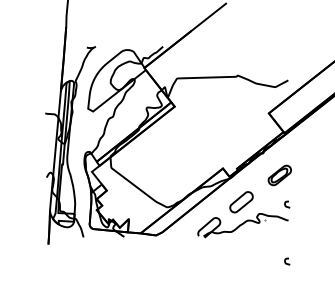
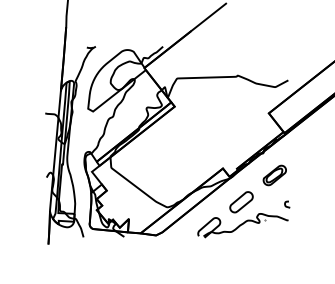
part at (279, 175) position: (279, 175) -> (274, 175)
curve at (286, 262): present -> none
